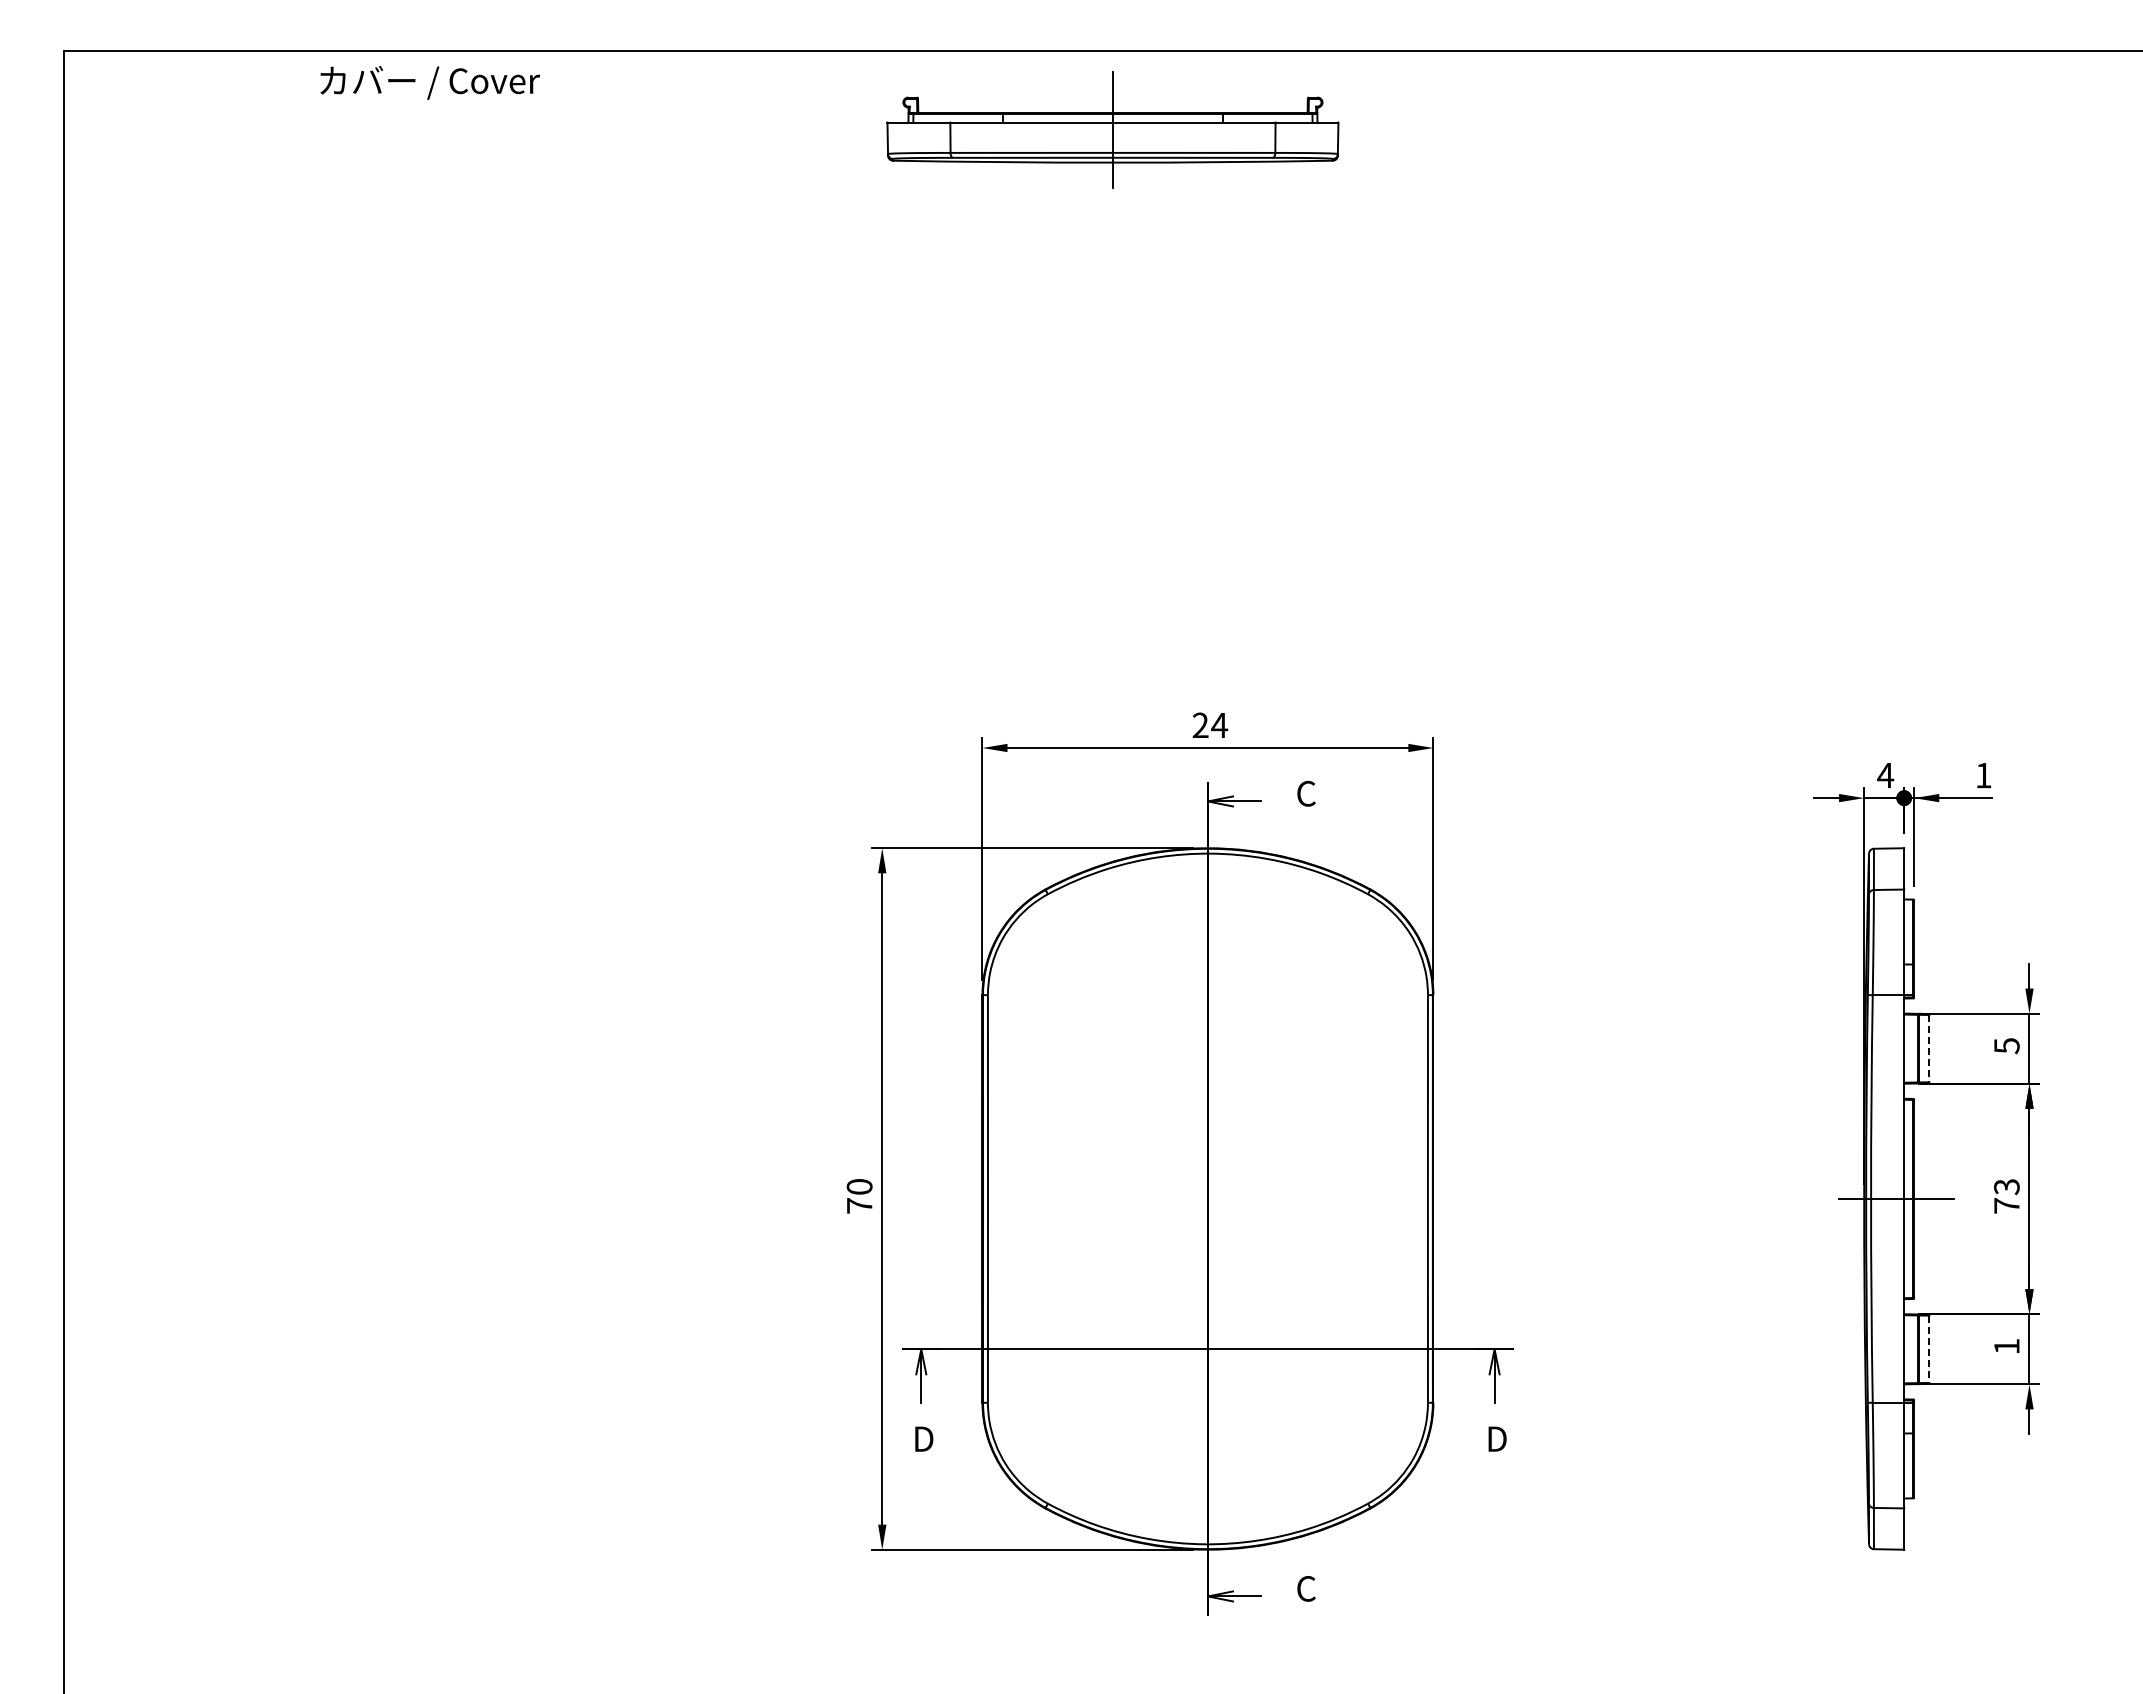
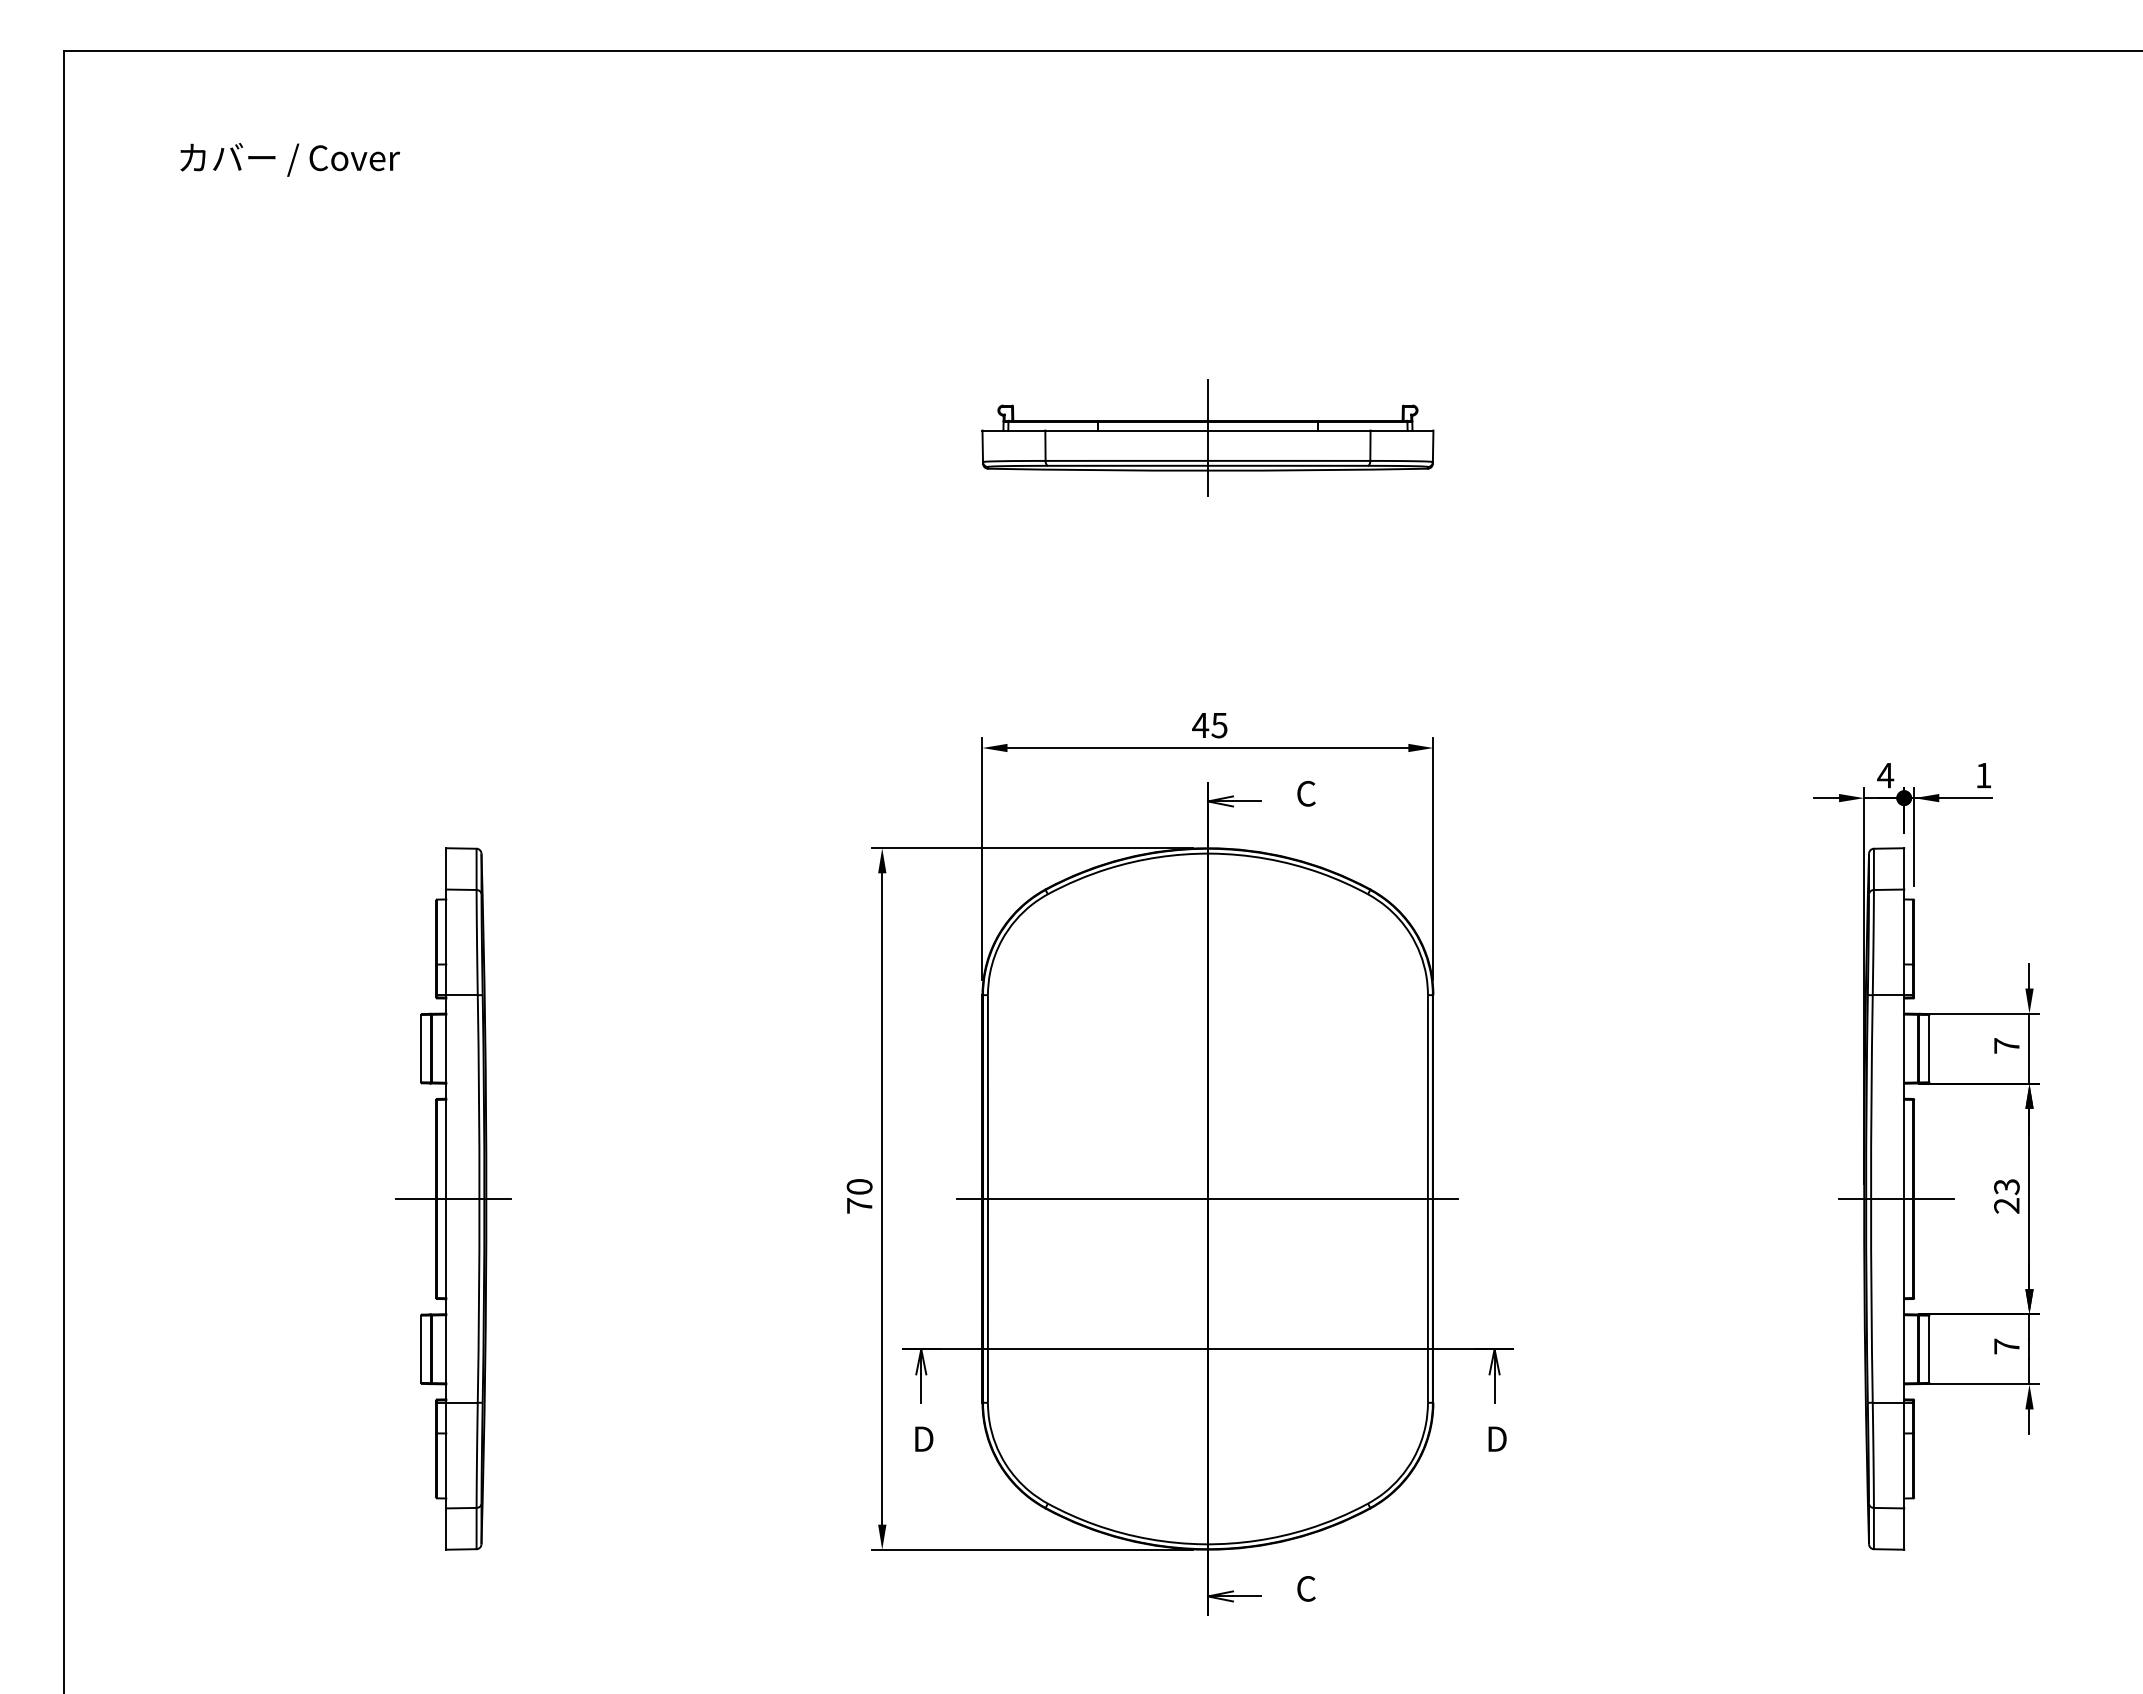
text at (430, 82) position: (430, 82) -> (290, 159)
part at (1112, 129) position: (1112, 129) -> (1207, 437)
text at (1210, 725): 24 -> 45
text at (2006, 1046): 5 -> 7
line at (1929, 1048): dashed -> solid
part at (453, 1198): none -> present
line at (1207, 1198): none -> present
text at (2006, 1205): 73 -> 23
text at (2006, 1346): 1 -> 7
line at (1929, 1349): dashed -> solid
